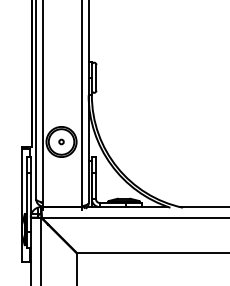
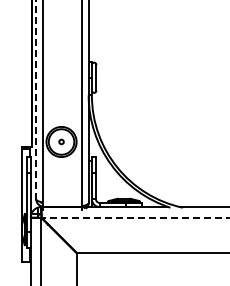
line at (36, 99): solid -> dashed
line at (135, 217): solid -> dashed
